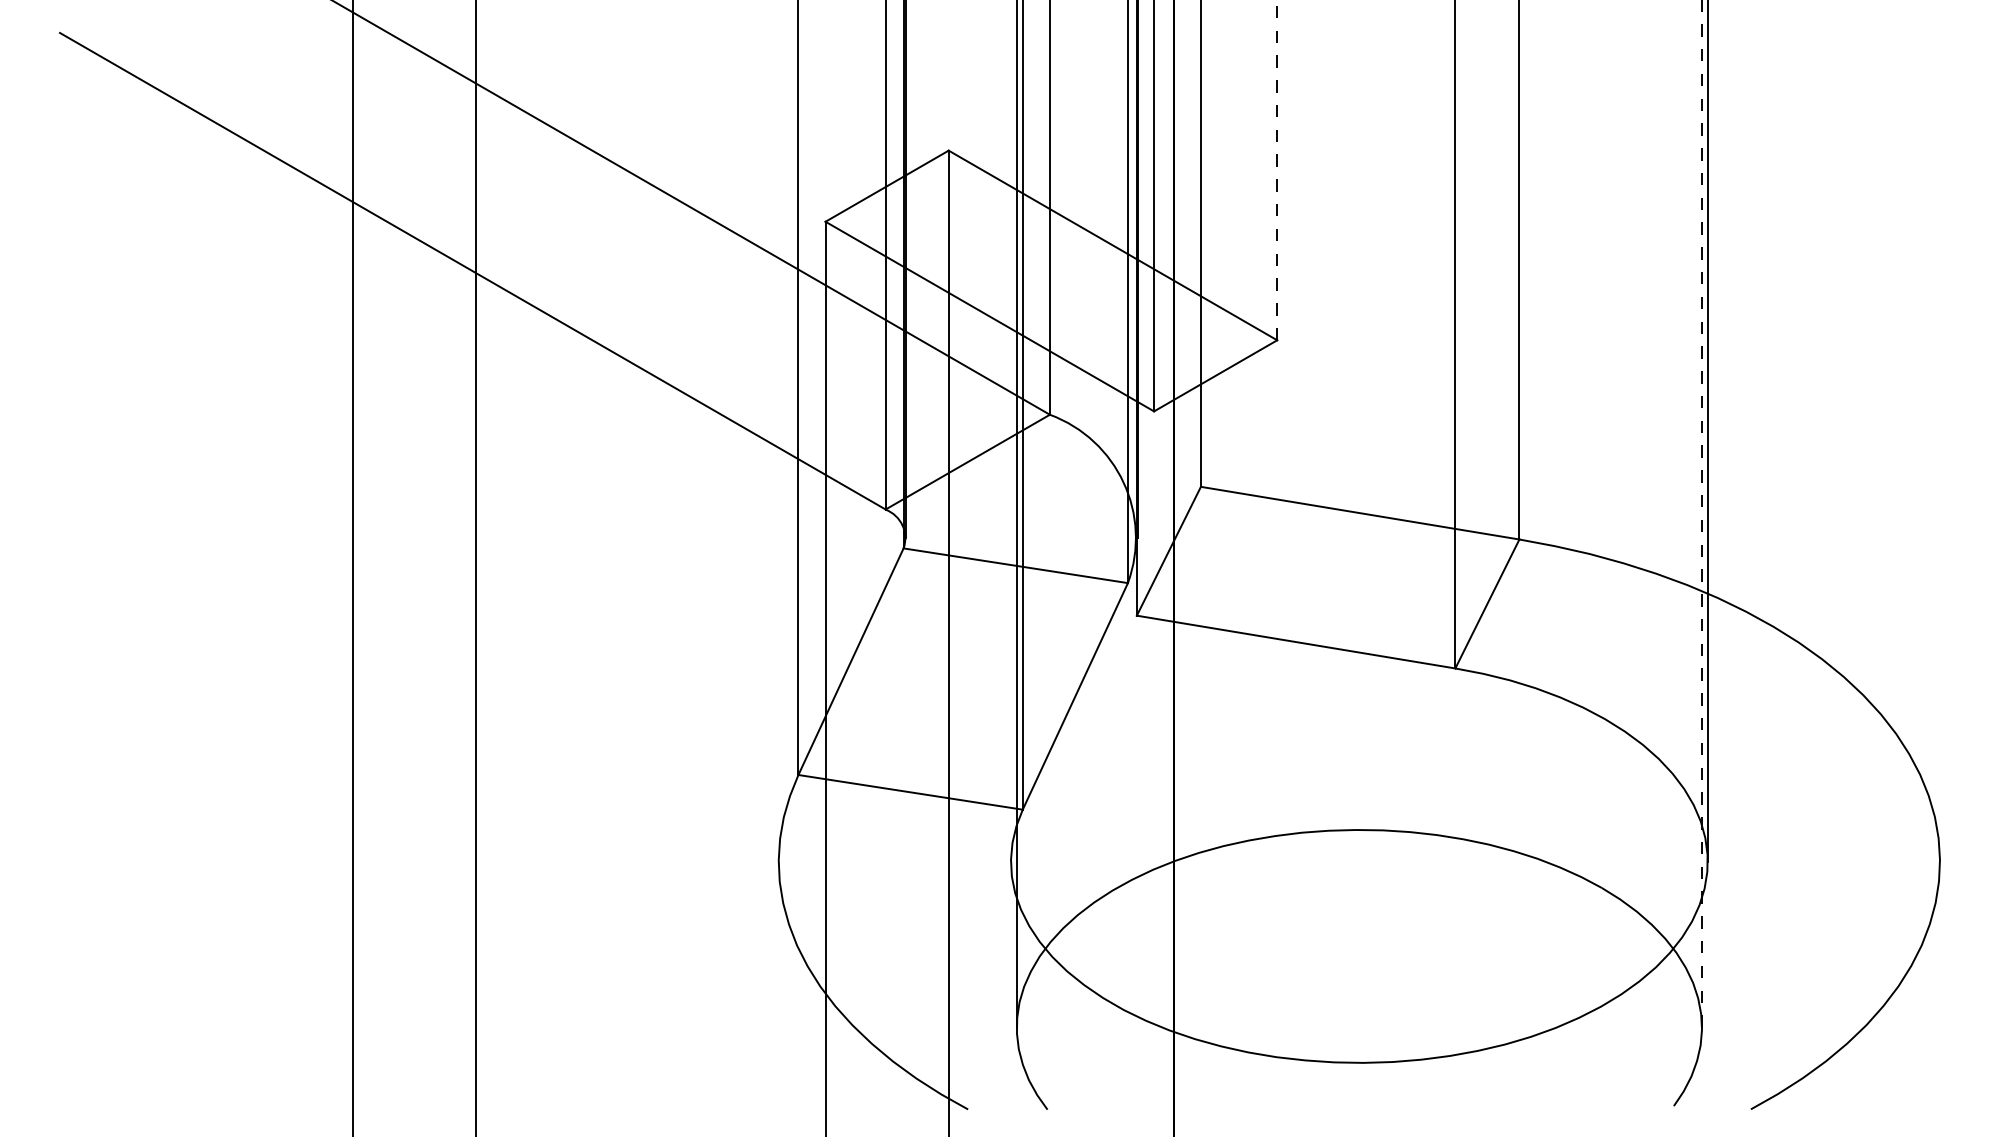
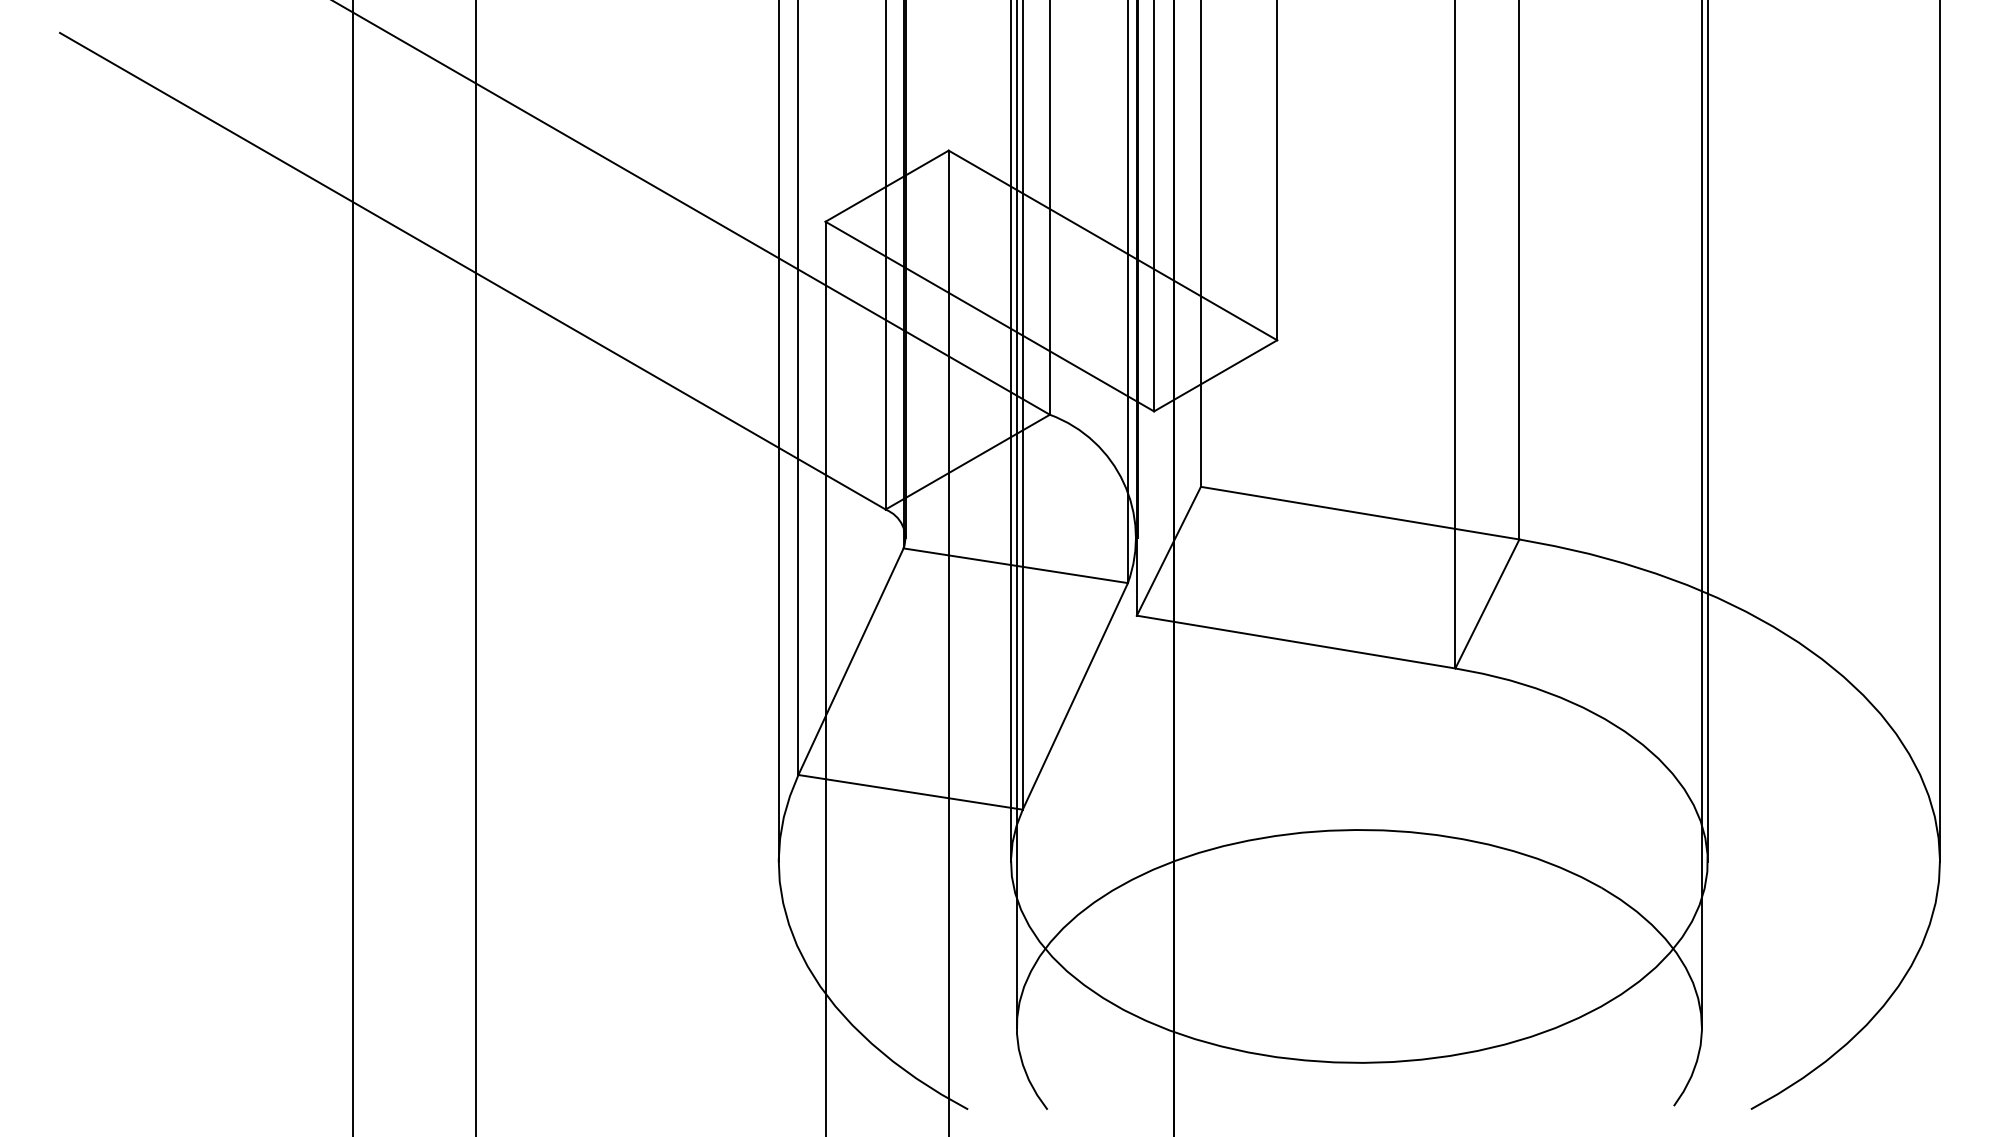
line at (1277, 170): dashed -> solid
line at (778, 431): none -> present
line at (1011, 431): none -> present
line at (1940, 431): none -> present
line at (1702, 513): dashed -> solid
